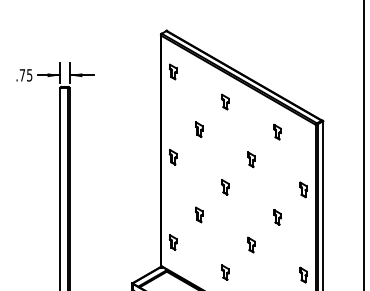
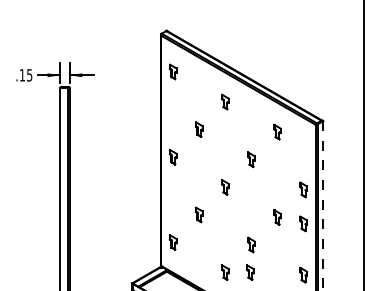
text at (22, 75): .75 -> .15
line at (323, 205): solid -> dashed
part at (303, 223): none -> present
part at (250, 272): none -> present
